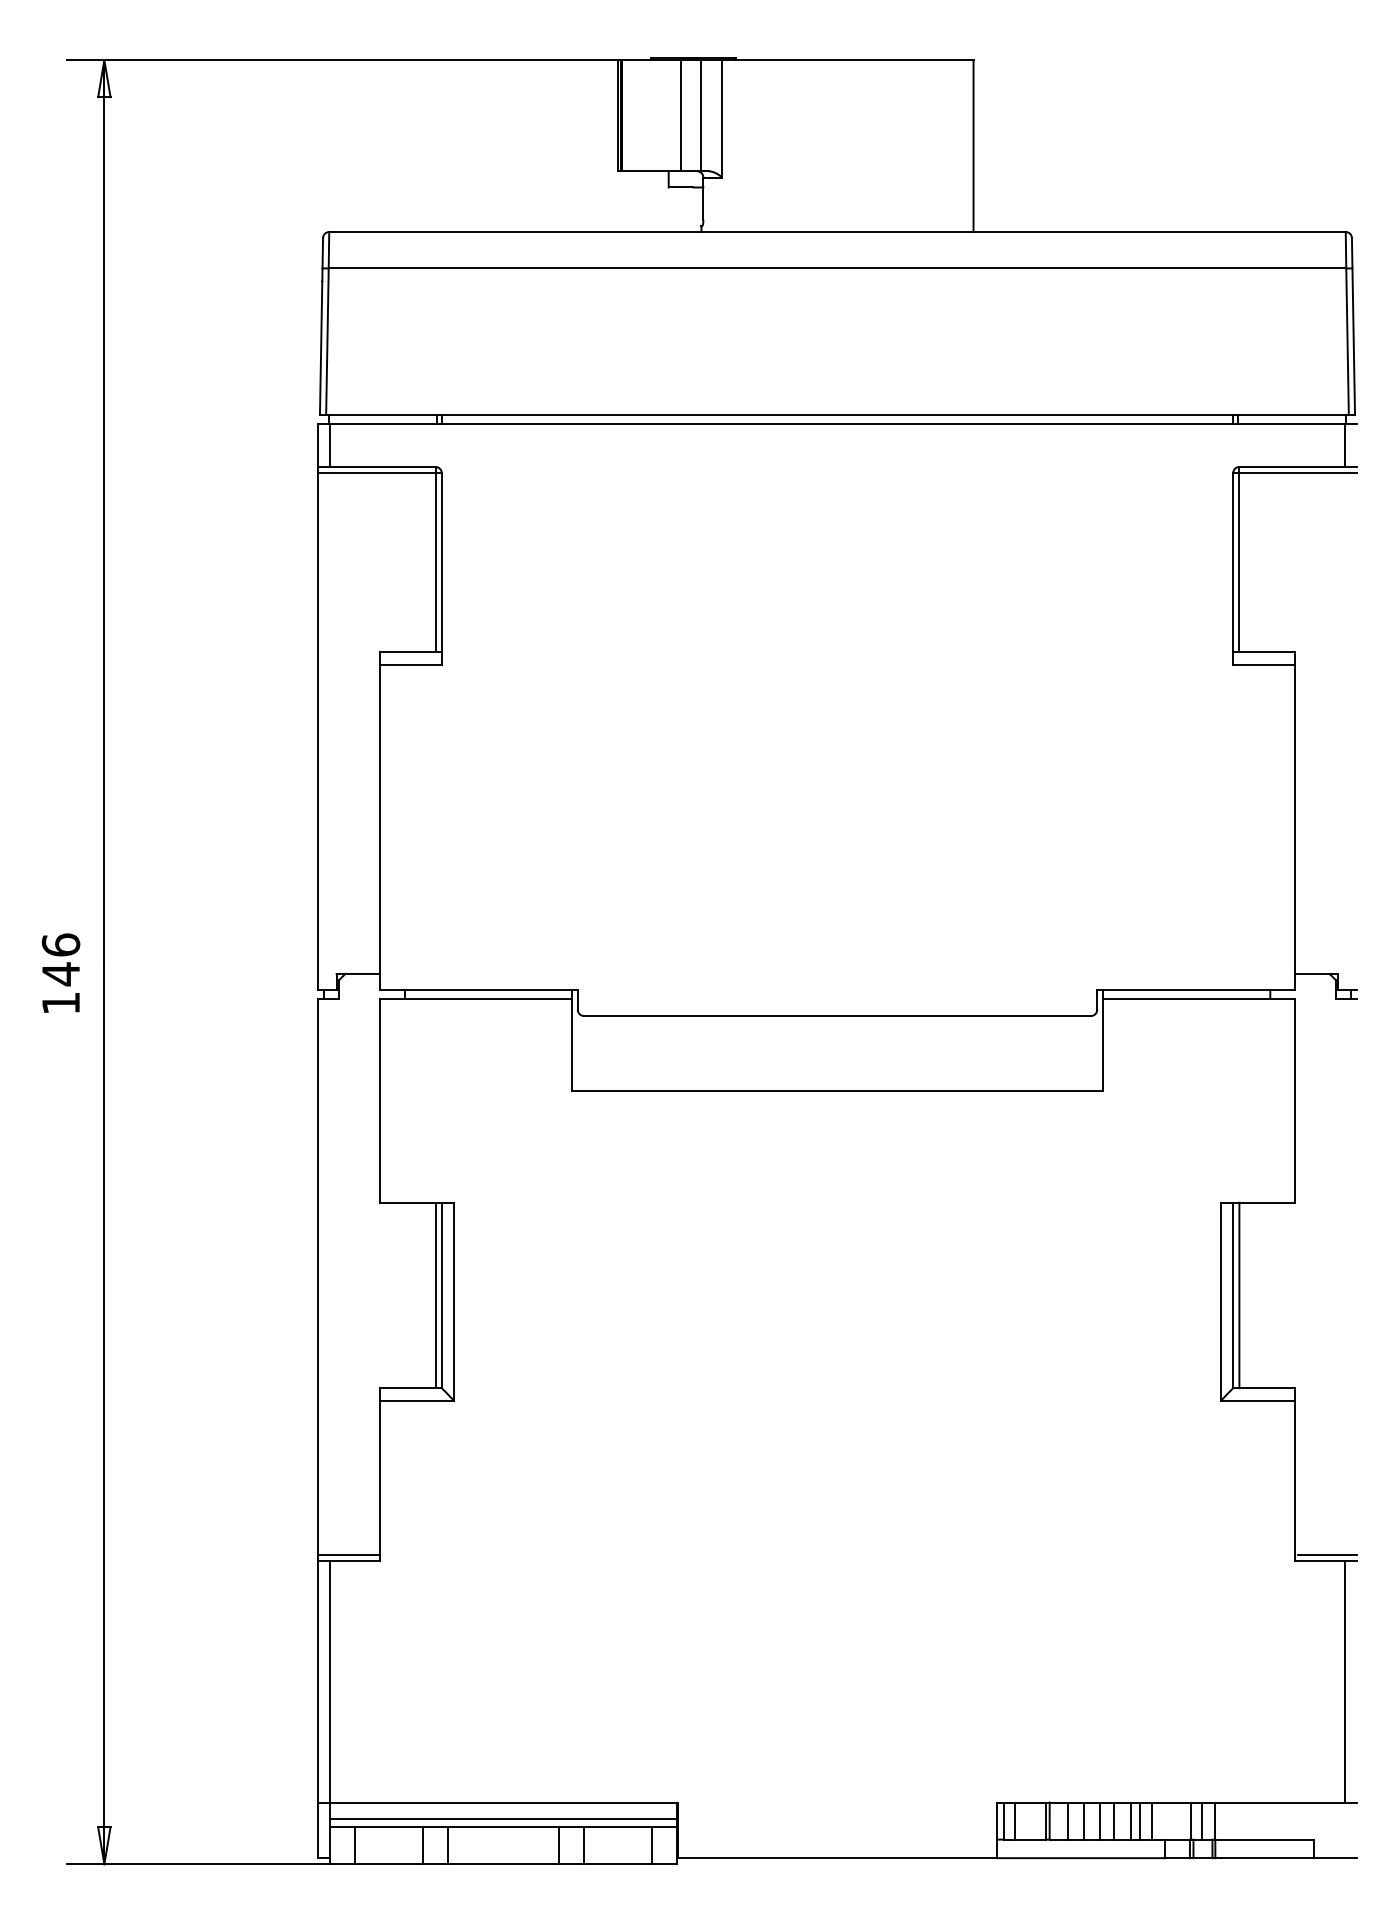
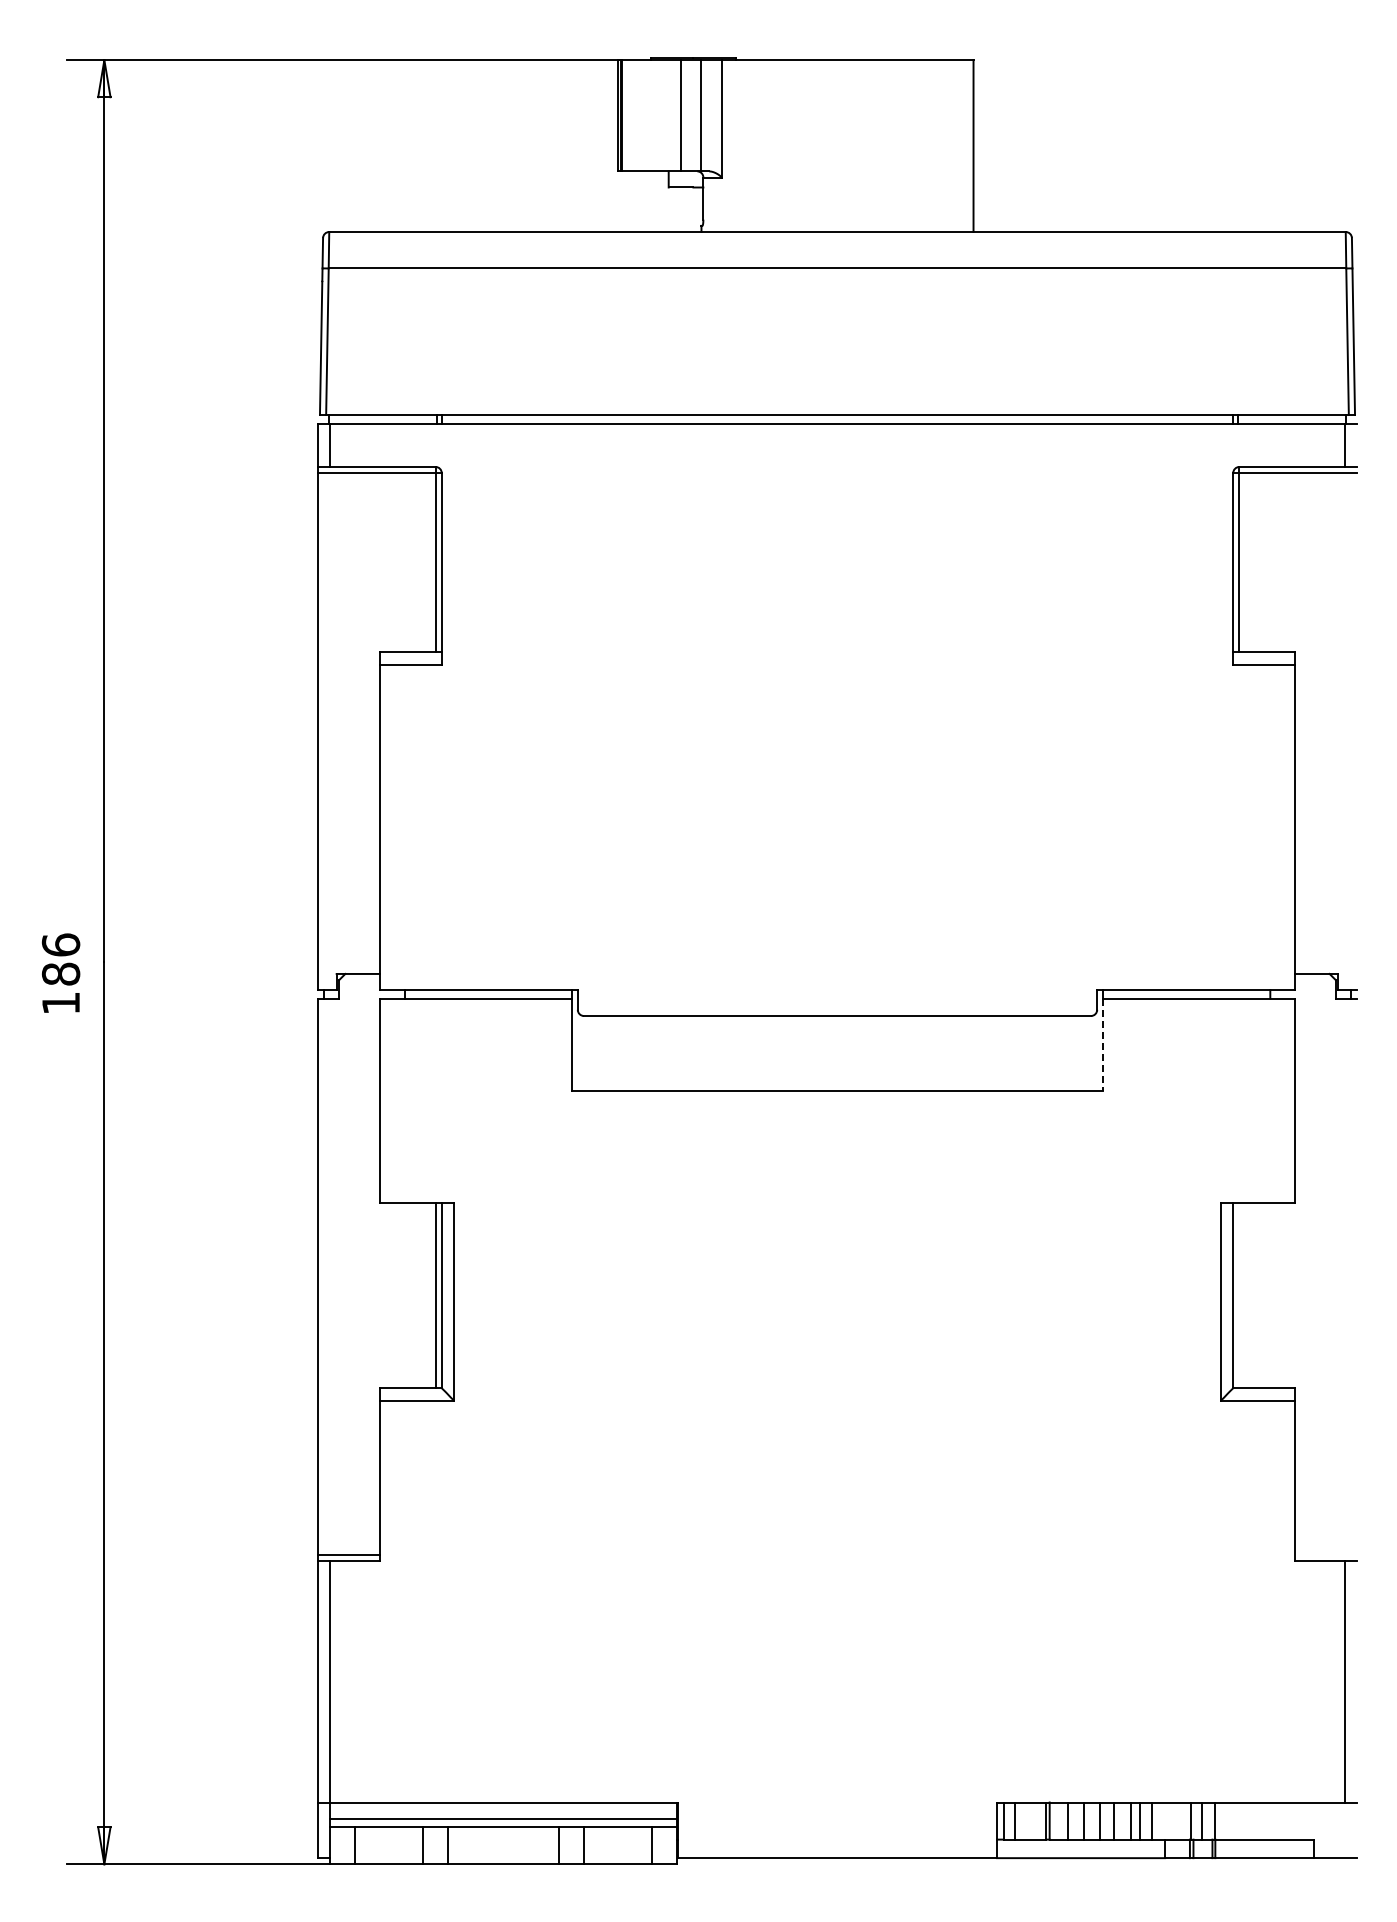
text at (60, 974): 146 -> 186
line at (1103, 1045): solid -> dashed
line at (1239, 1295): present -> none
line at (1327, 1555): present -> none
